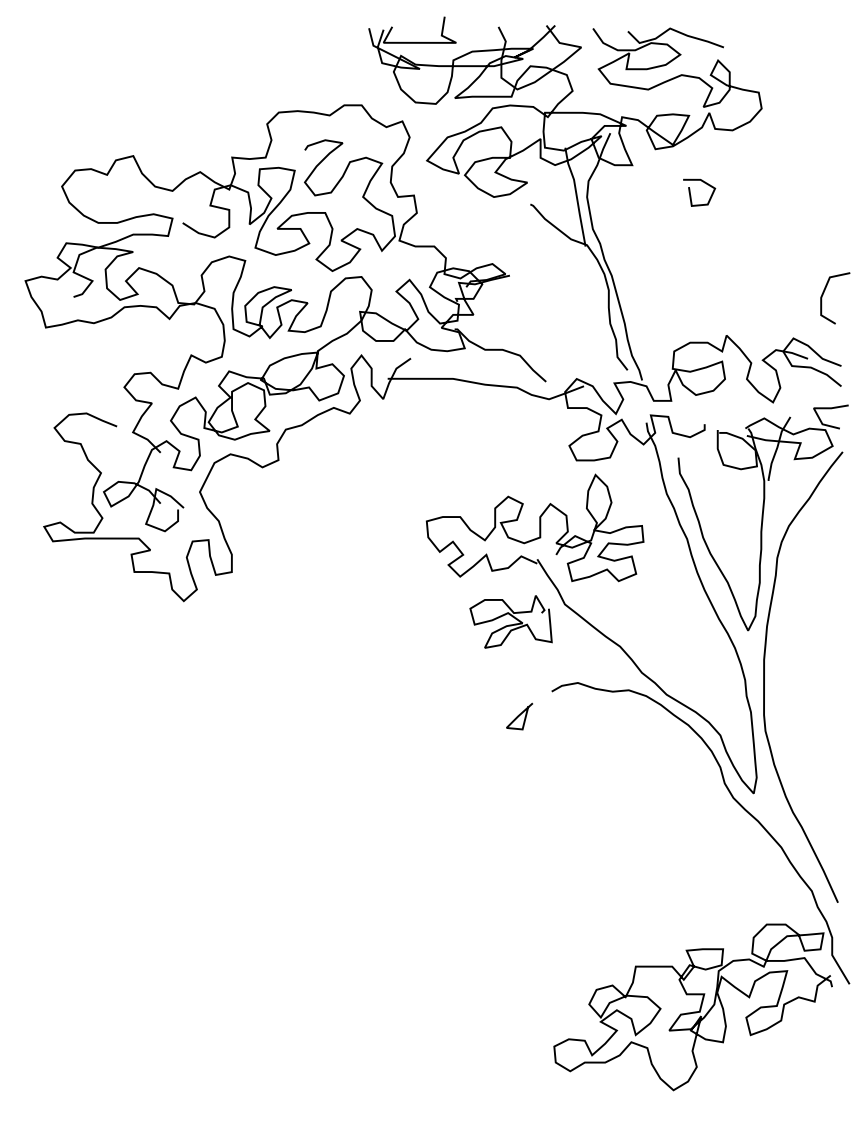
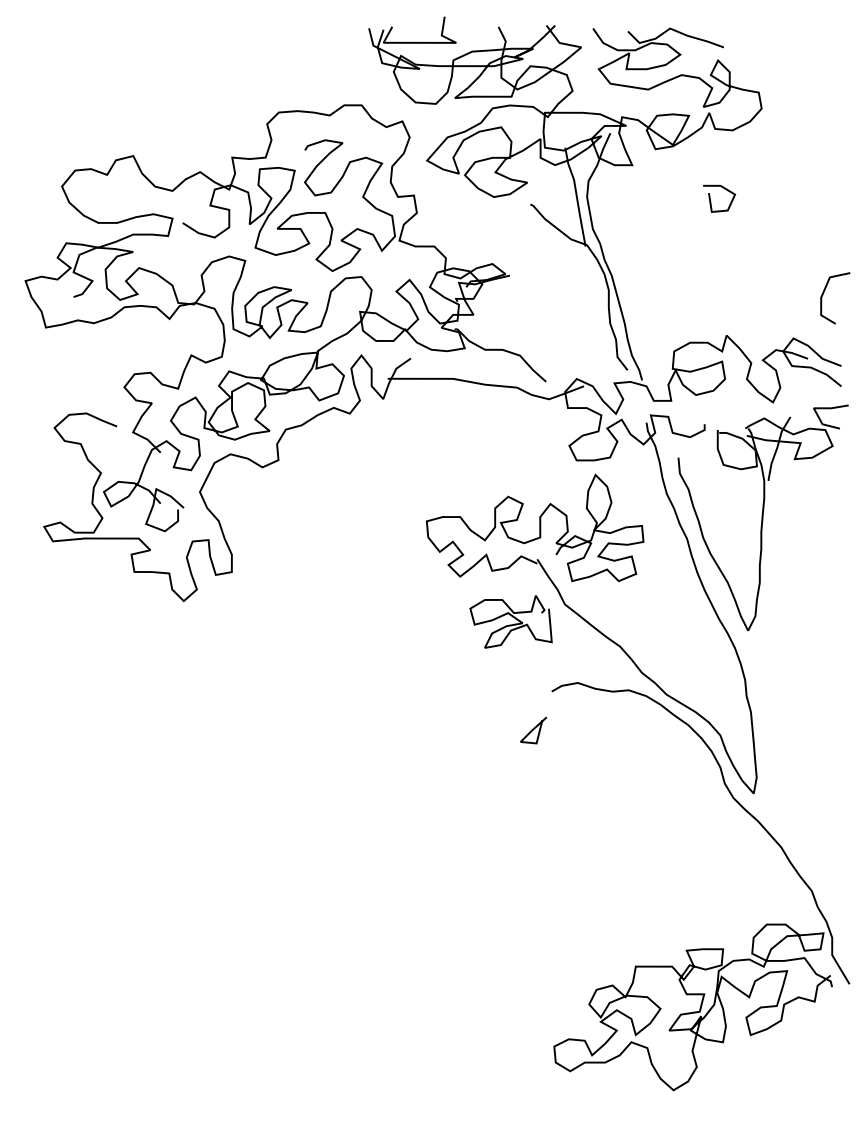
curve at (691, 195) position: (691, 195) -> (711, 201)
curve at (764, 676): present -> none
line at (519, 716) position: (519, 716) -> (533, 730)
